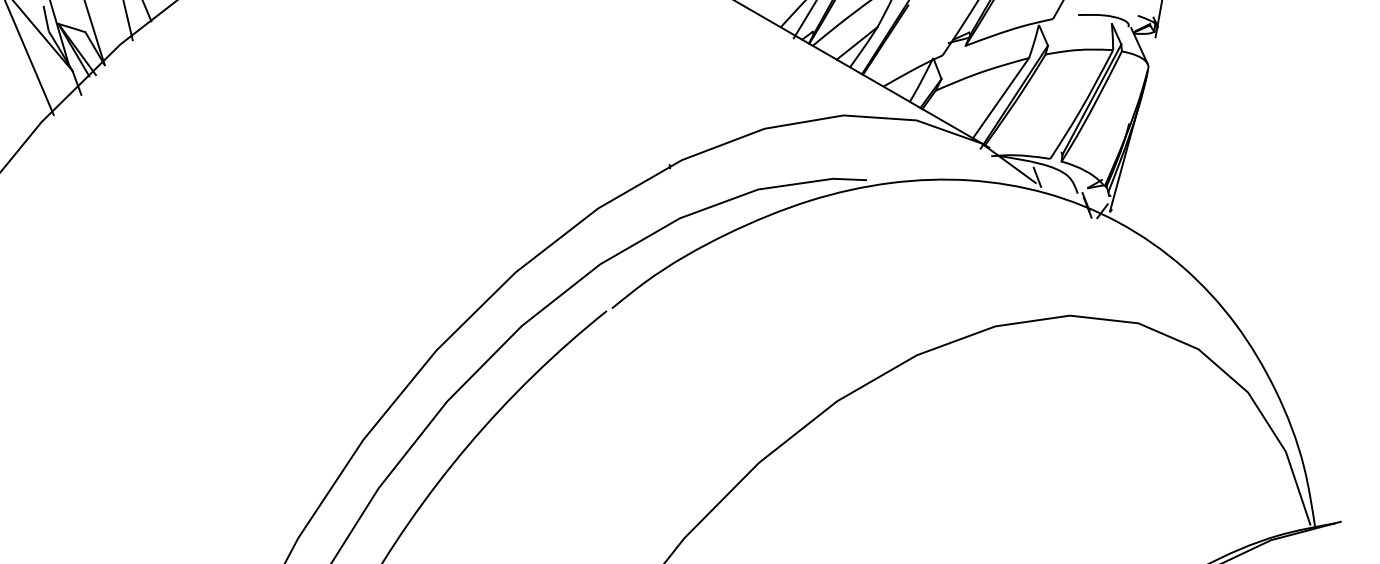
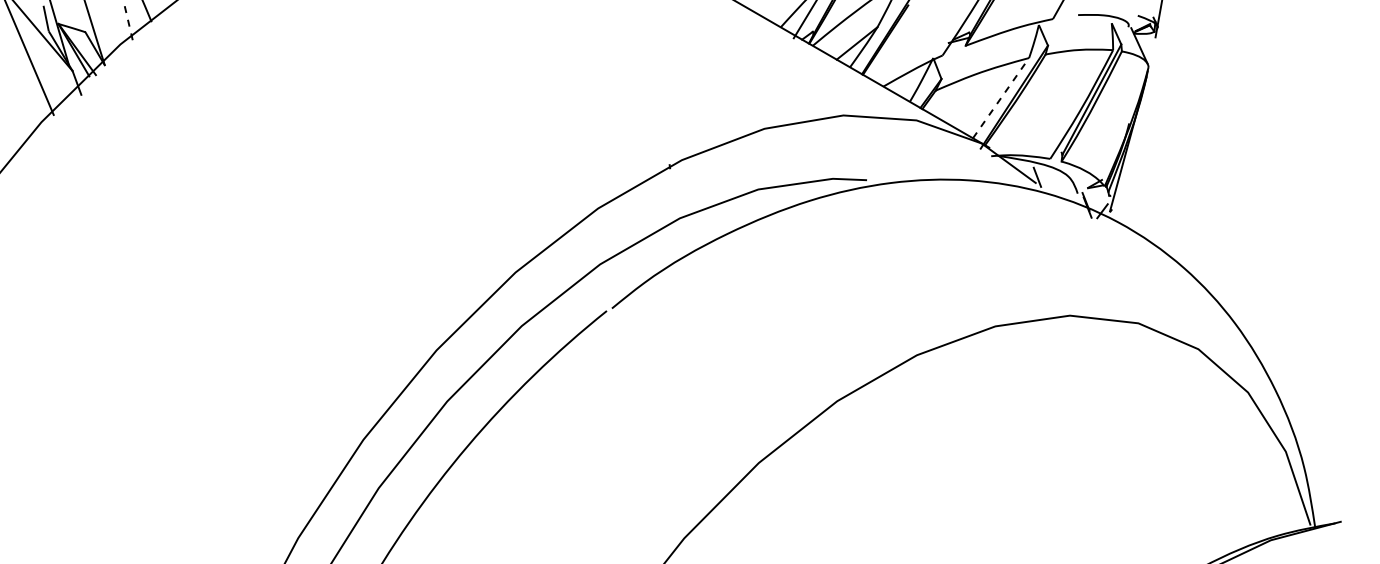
line at (127, 19): solid -> dashed
line at (1001, 98): solid -> dashed
